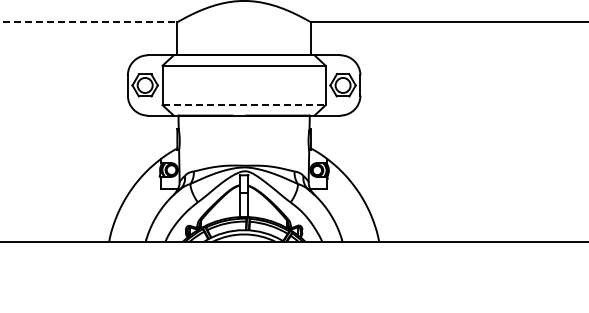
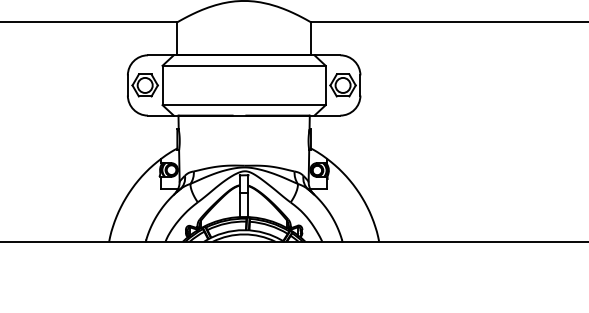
line at (89, 22): dashed -> solid
line at (244, 105): dashed -> solid
